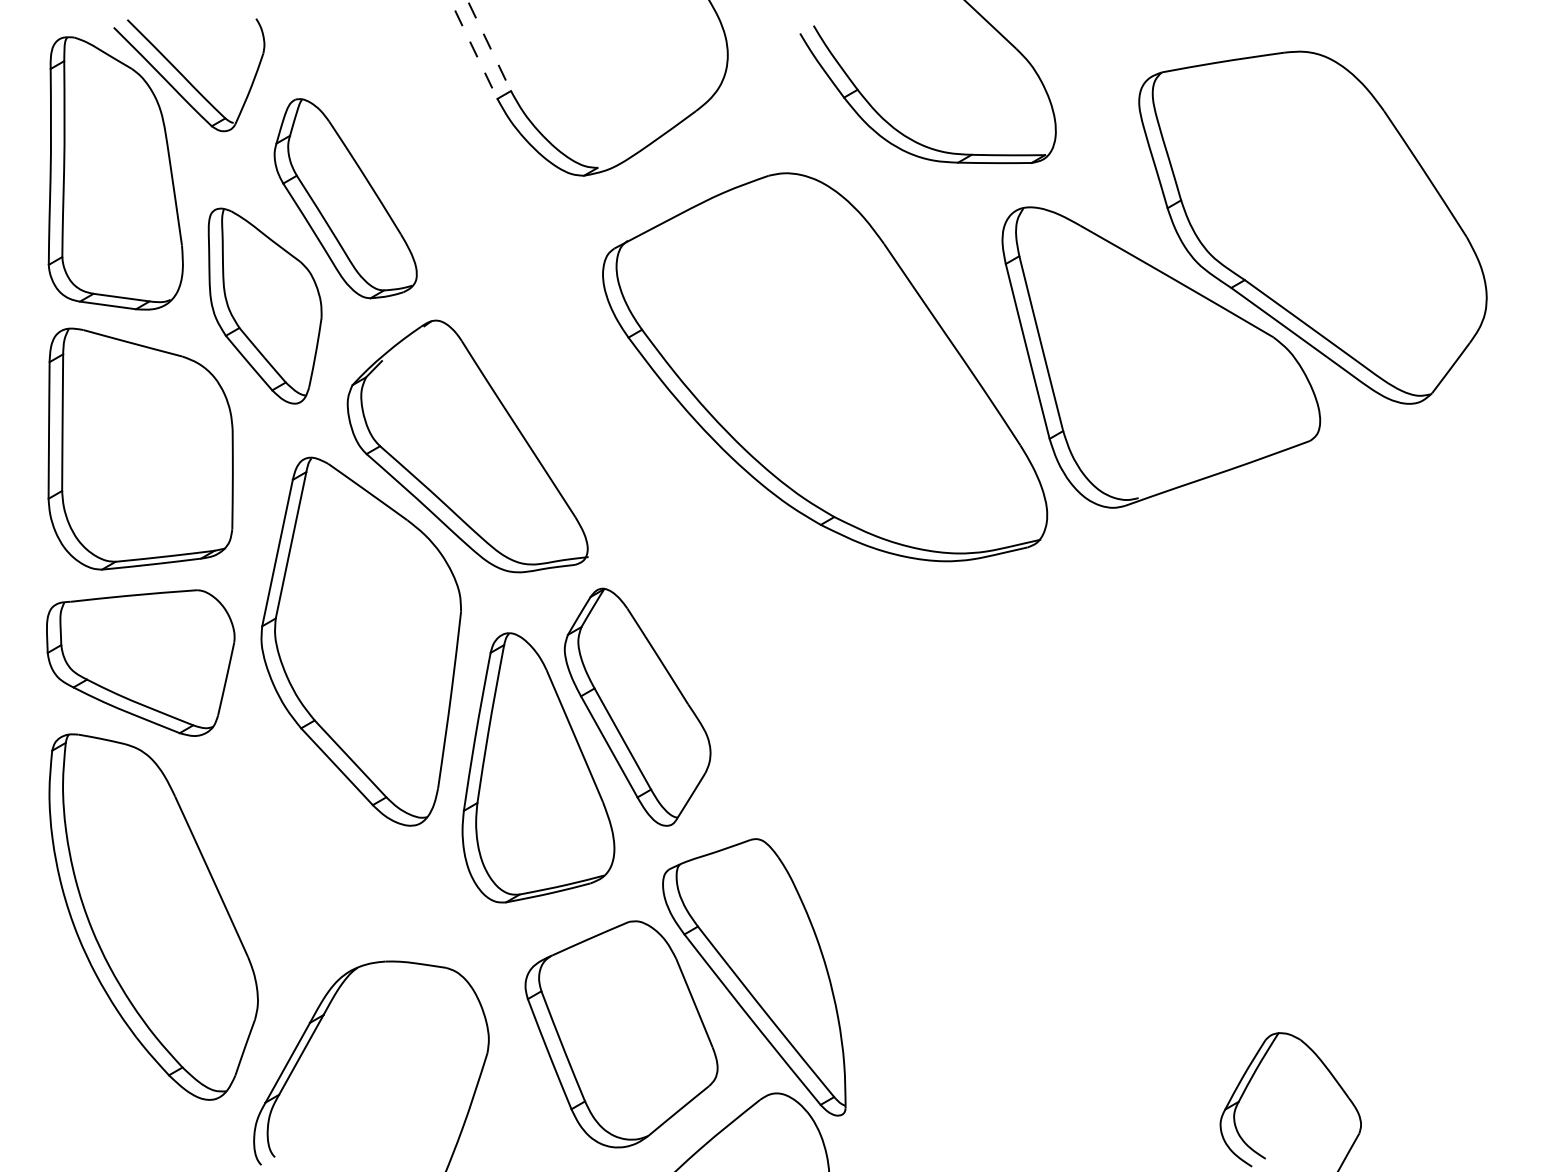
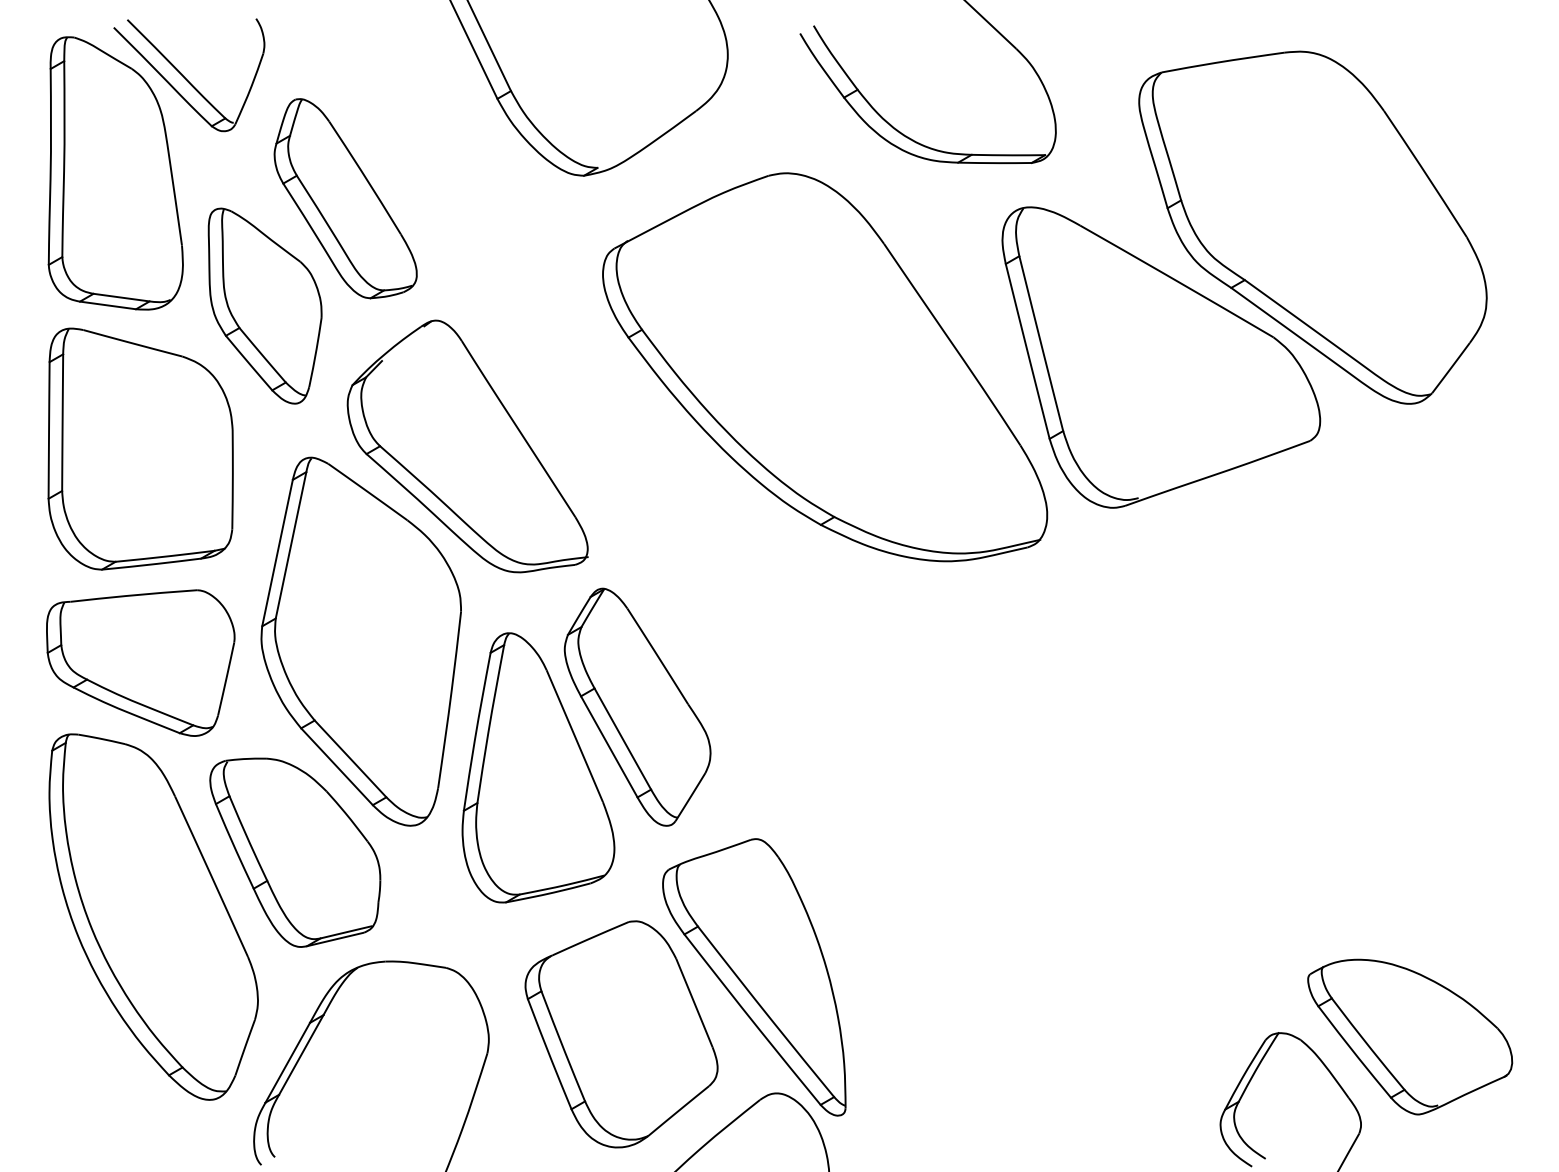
line at (489, 46): dashed -> solid
line at (473, 49): dashed -> solid
part at (295, 852): none -> present
part at (1410, 1036): none -> present
